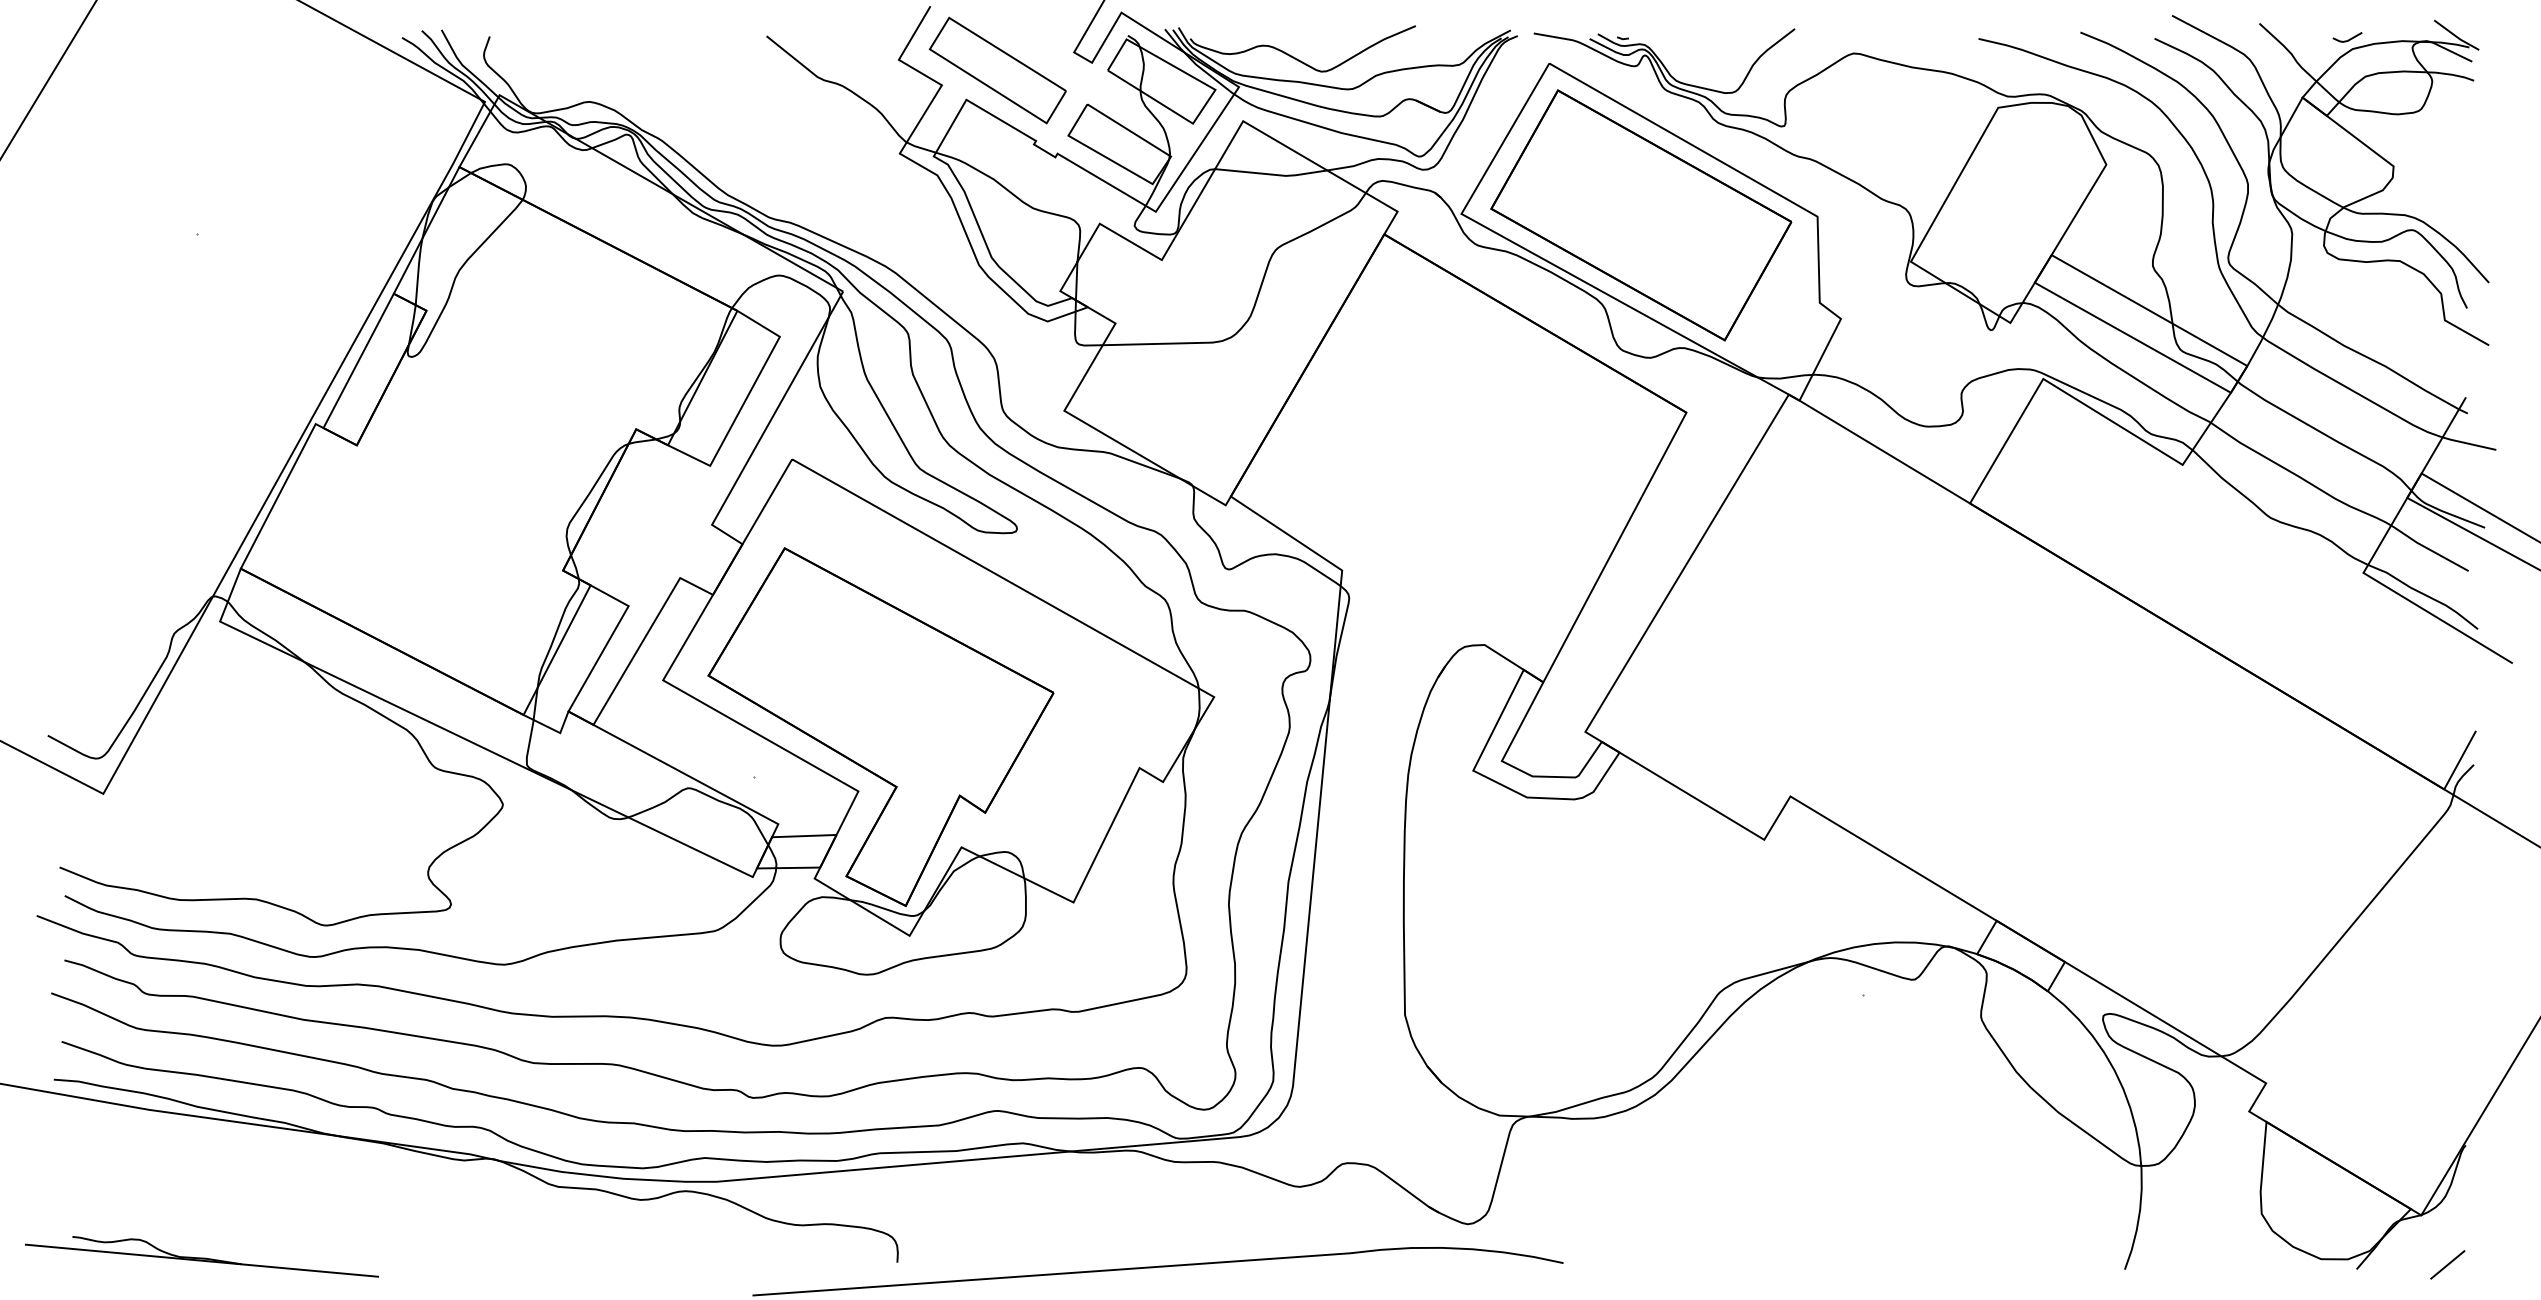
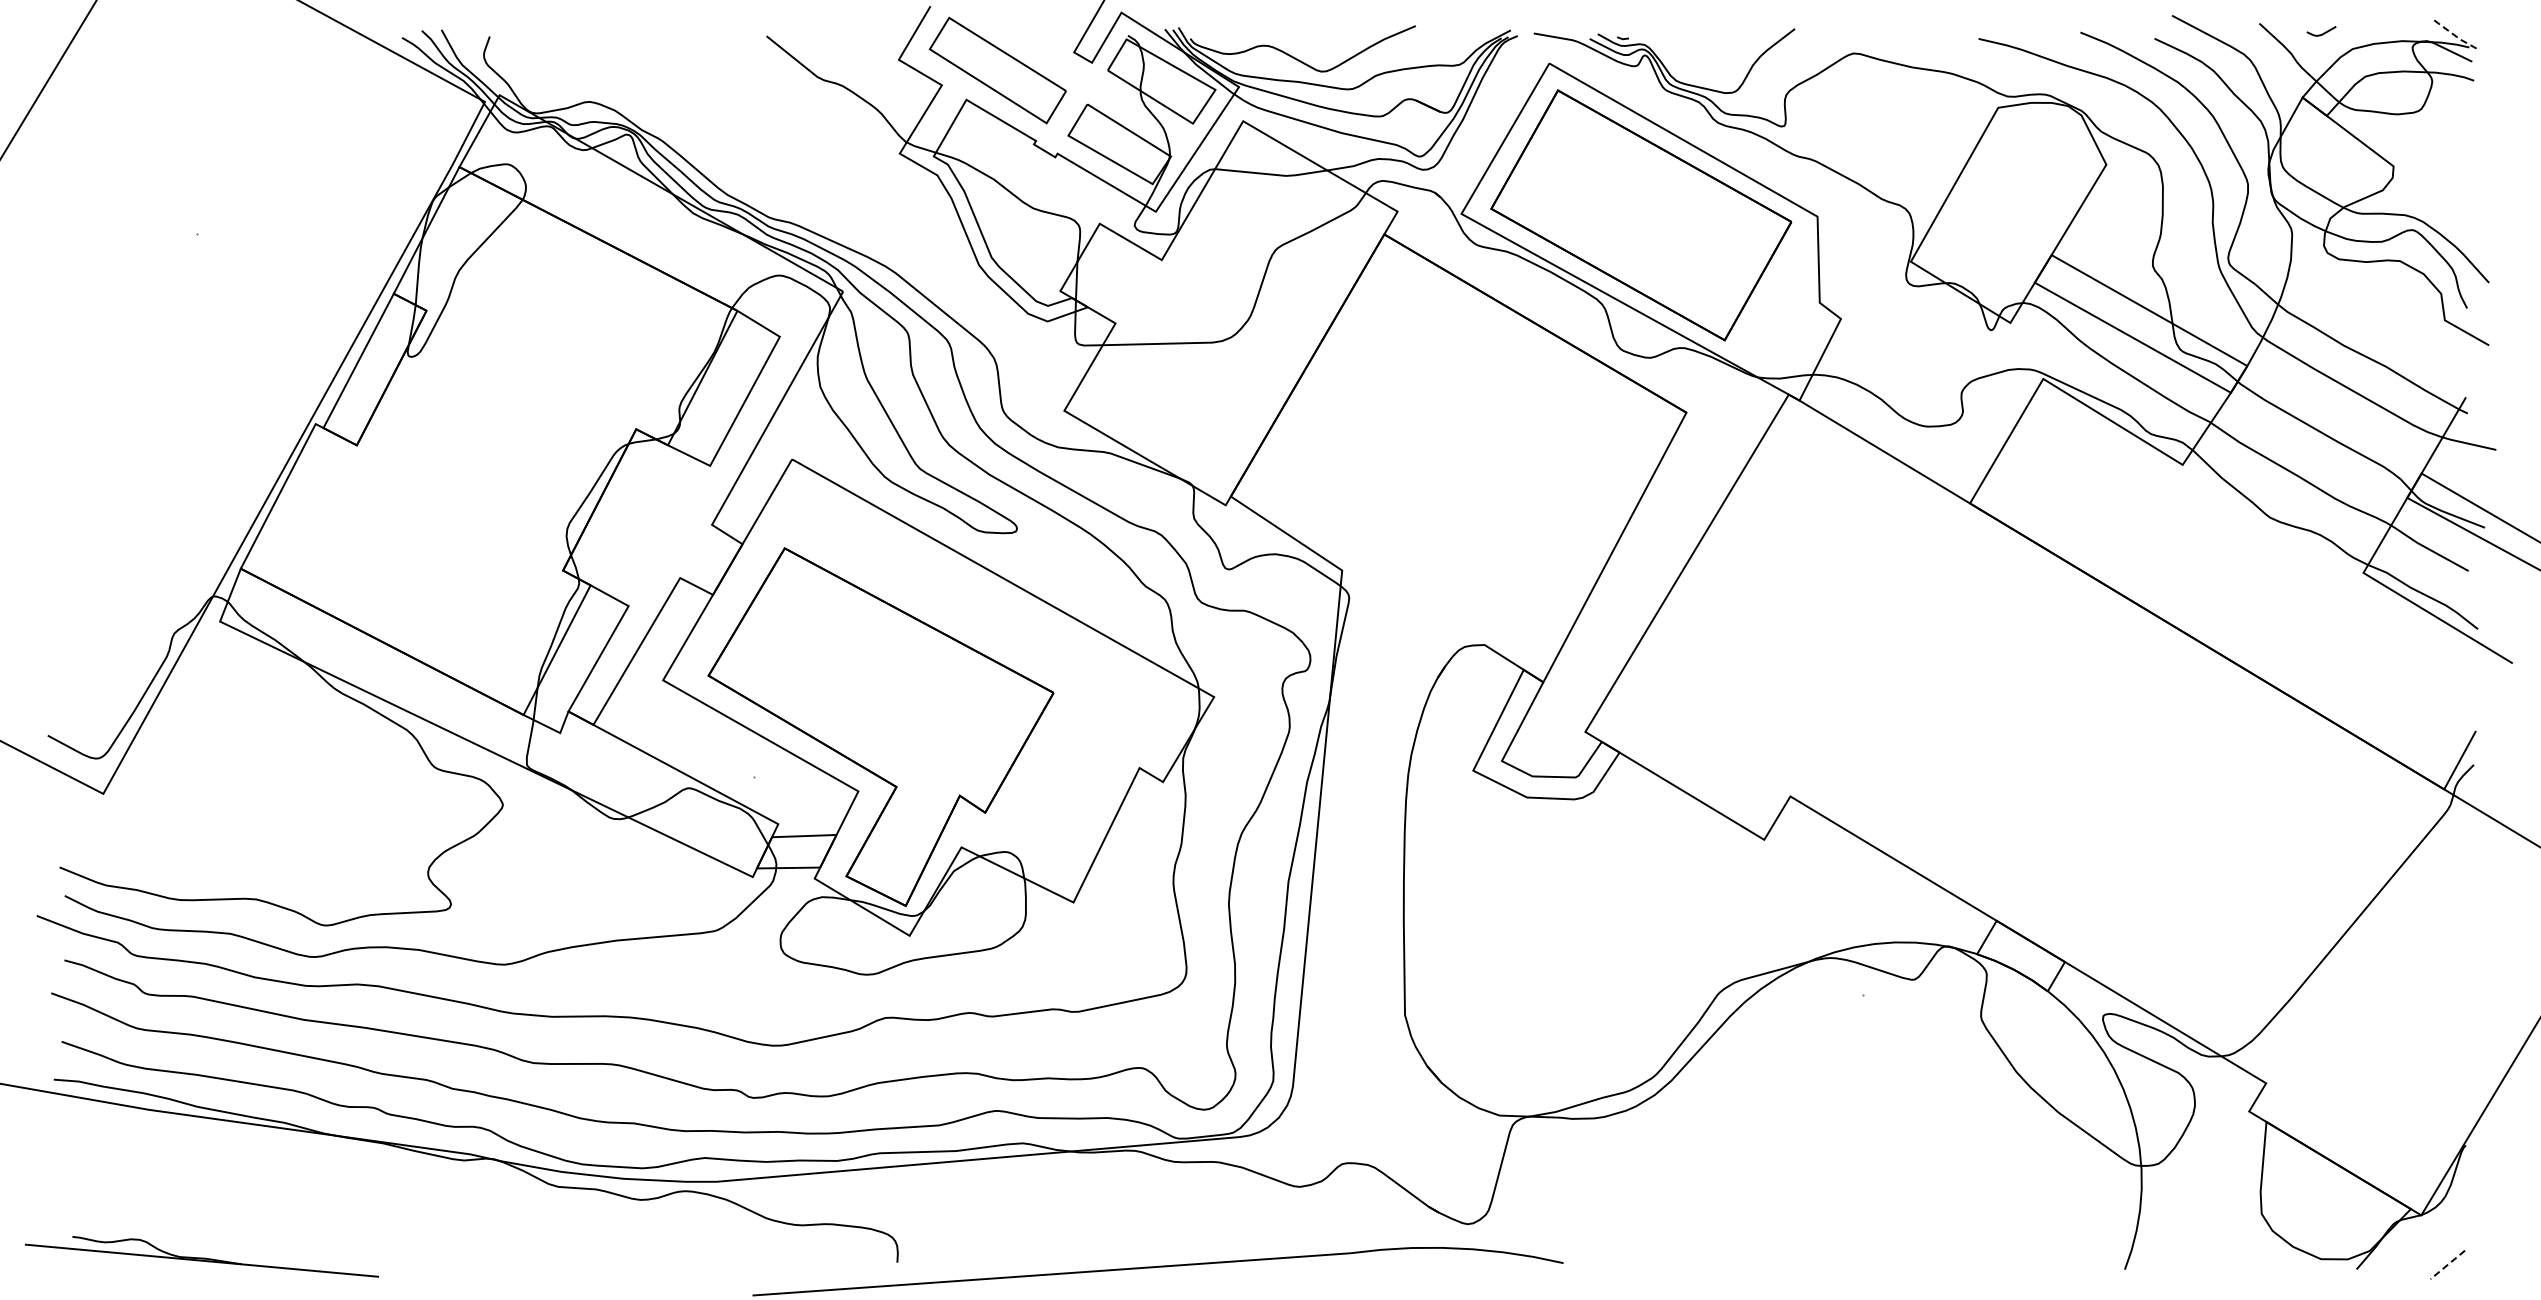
line at (2456, 36): solid -> dashed
line at (2349, 38) position: (2349, 38) -> (2323, 32)
line at (2447, 1265): solid -> dashed
